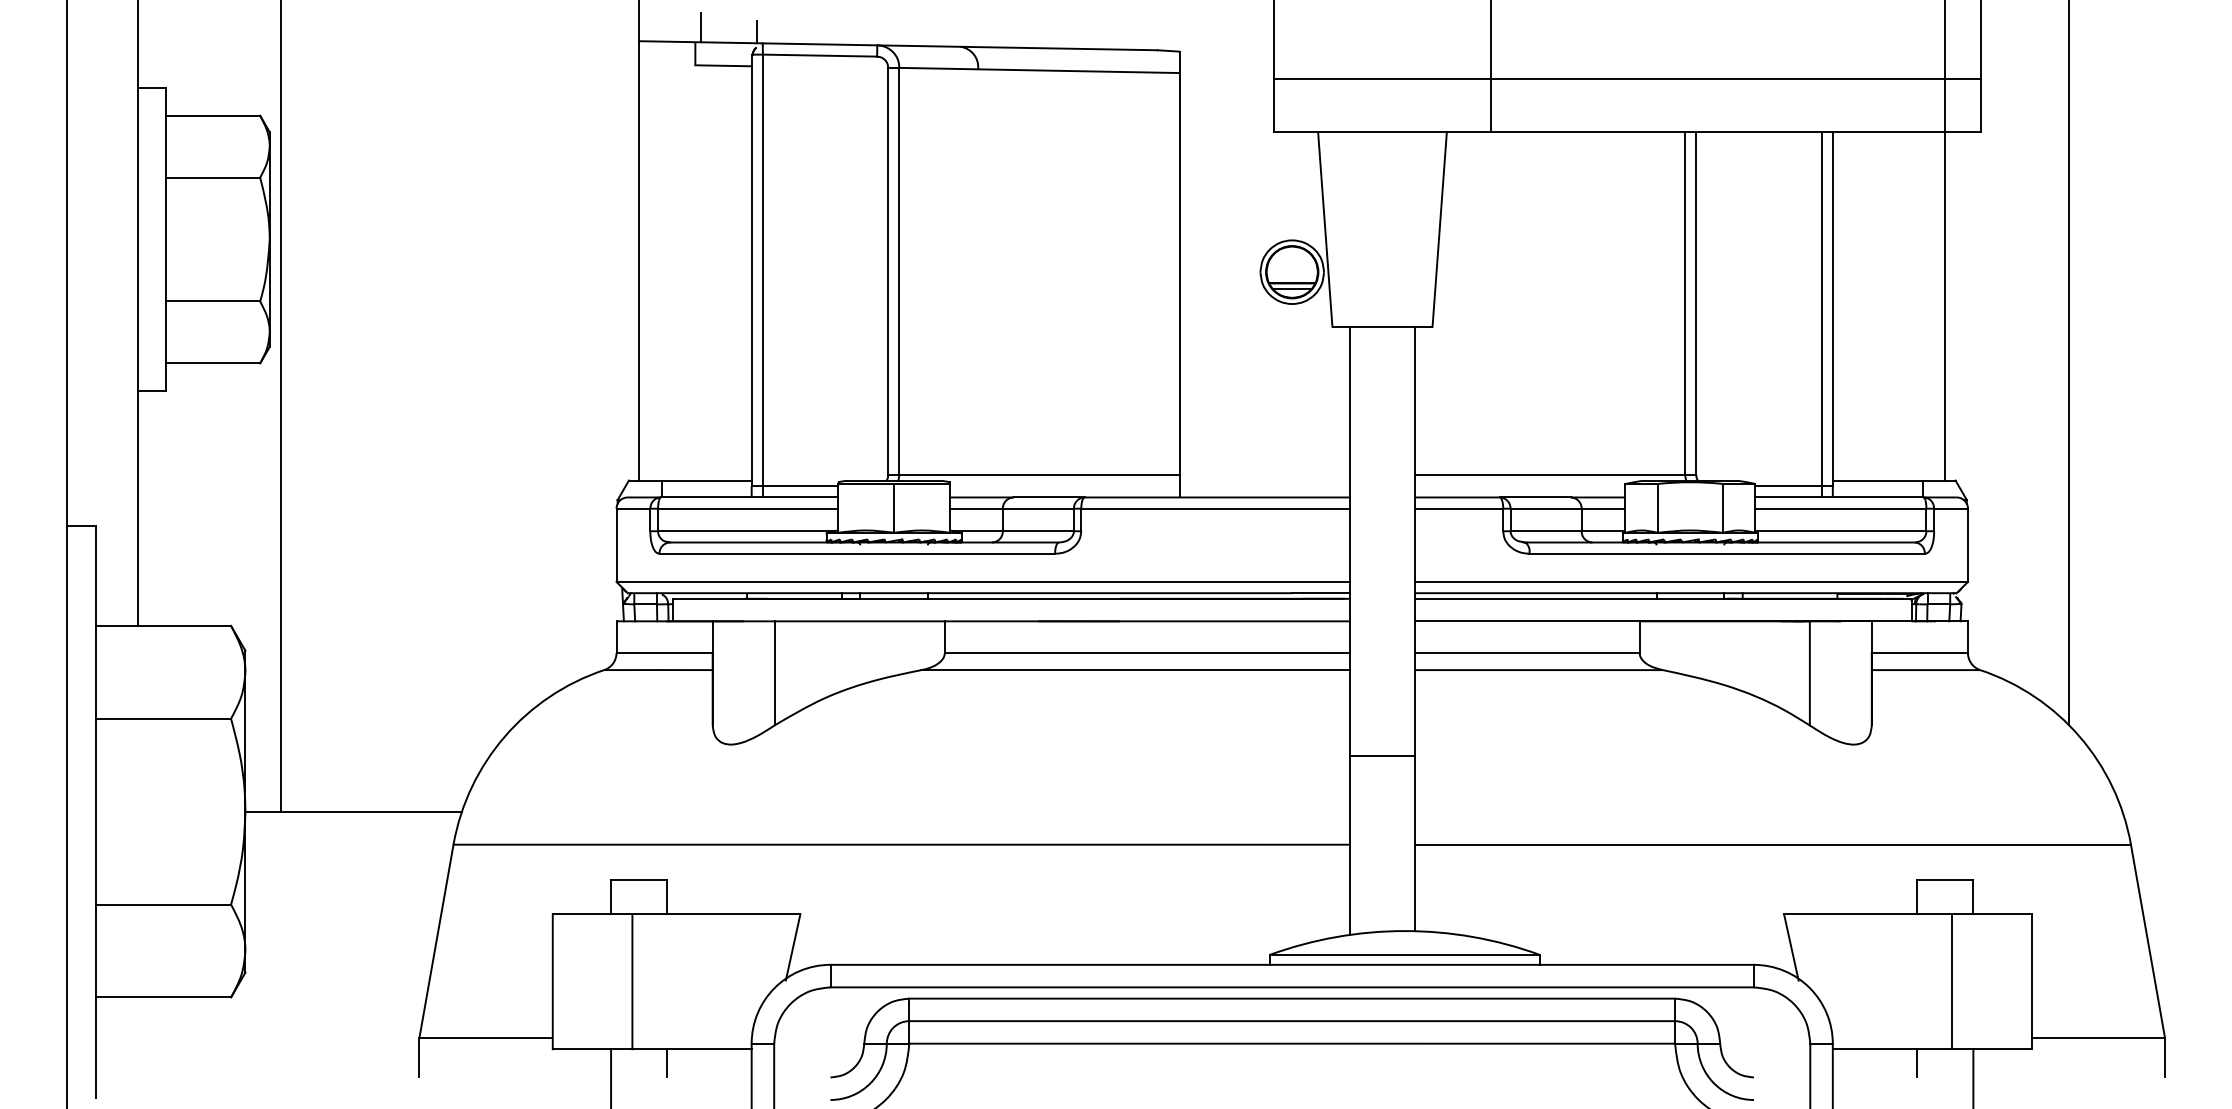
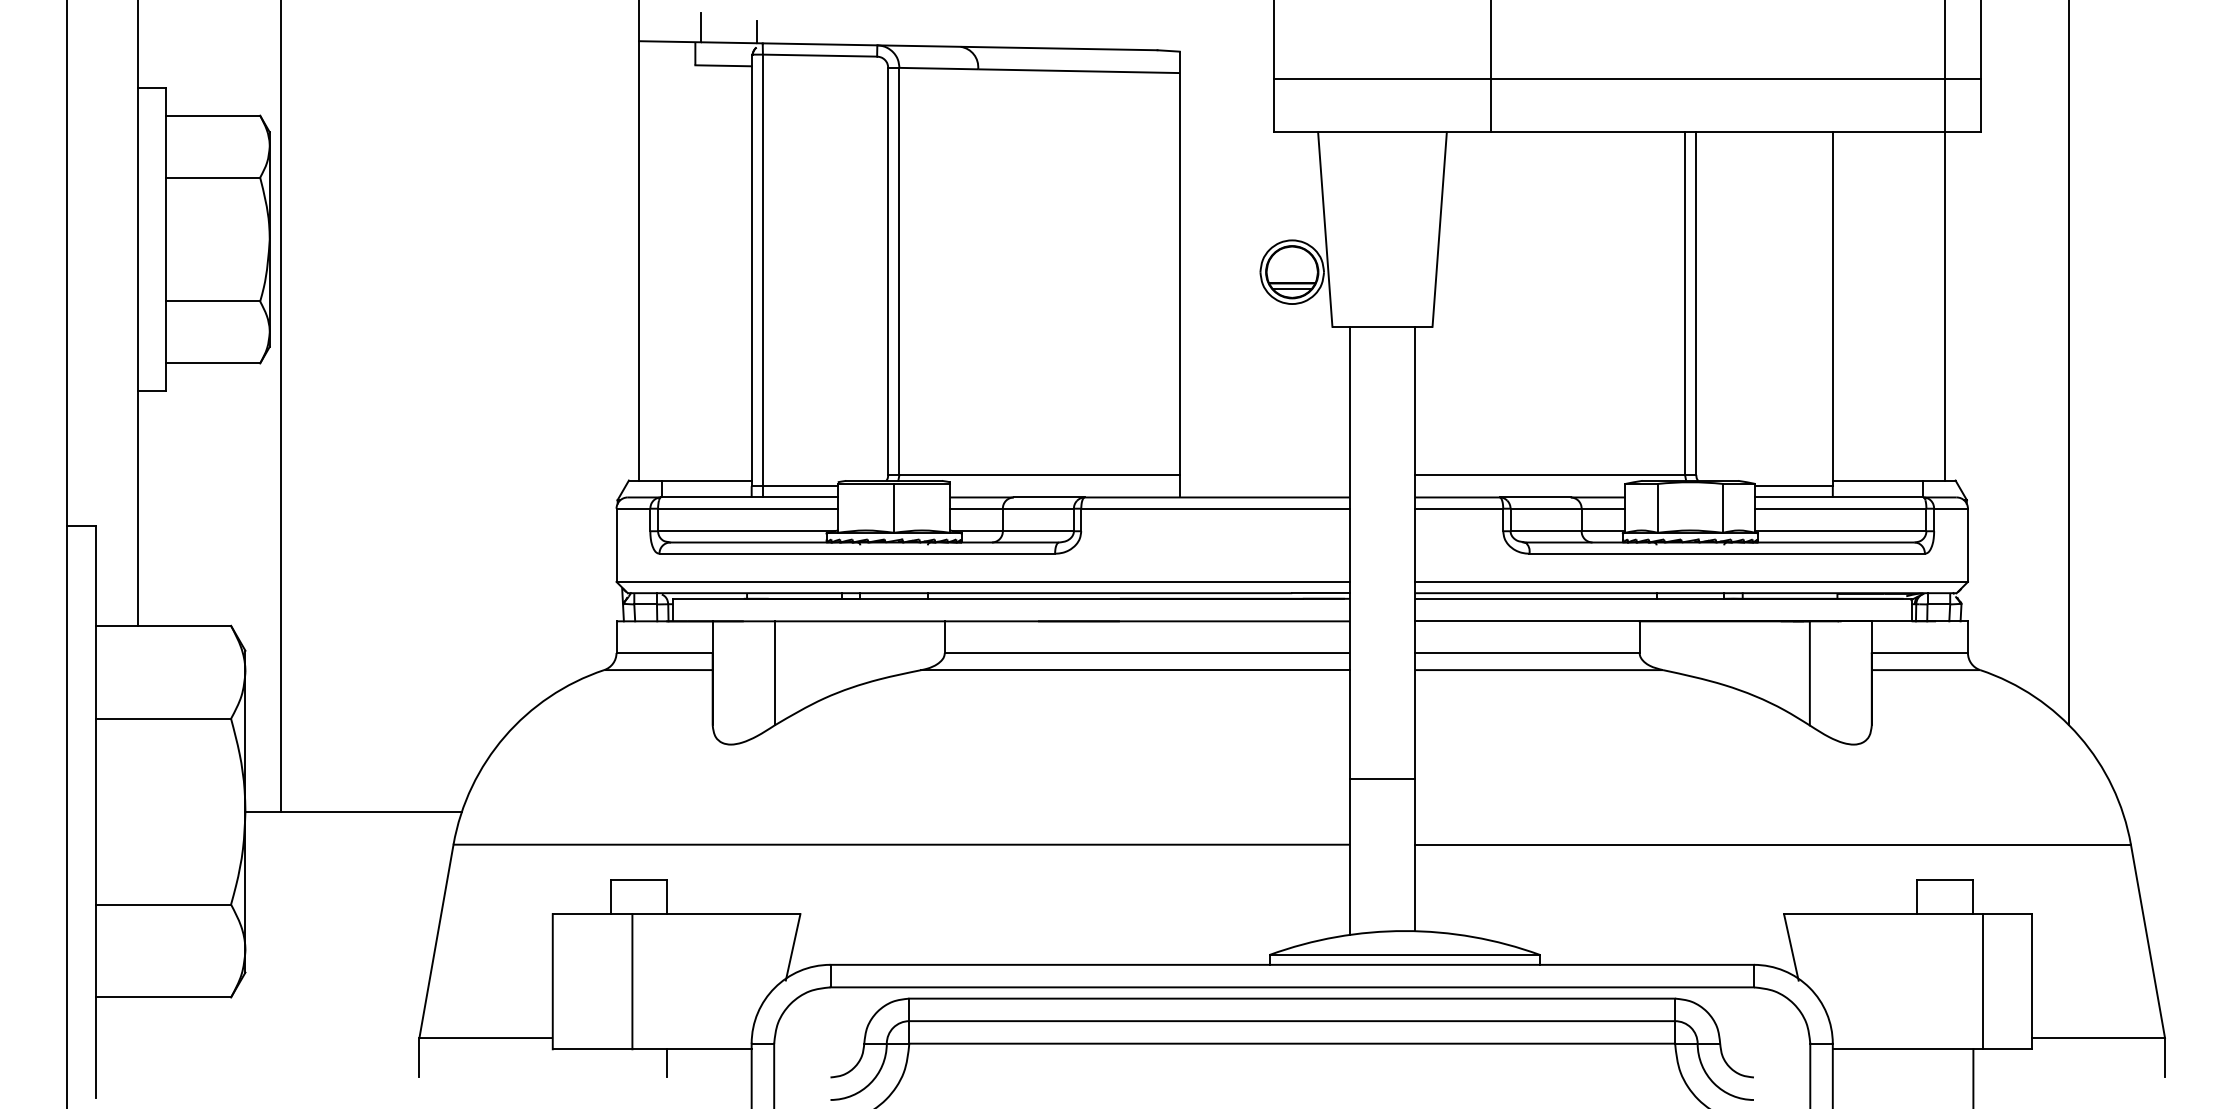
line at (1821, 314): present -> none
line at (1382, 755) position: (1382, 755) -> (1382, 778)
line at (1952, 981) position: (1952, 981) -> (1983, 981)
line at (1917, 1063): present -> none
line at (611, 1077): present -> none
